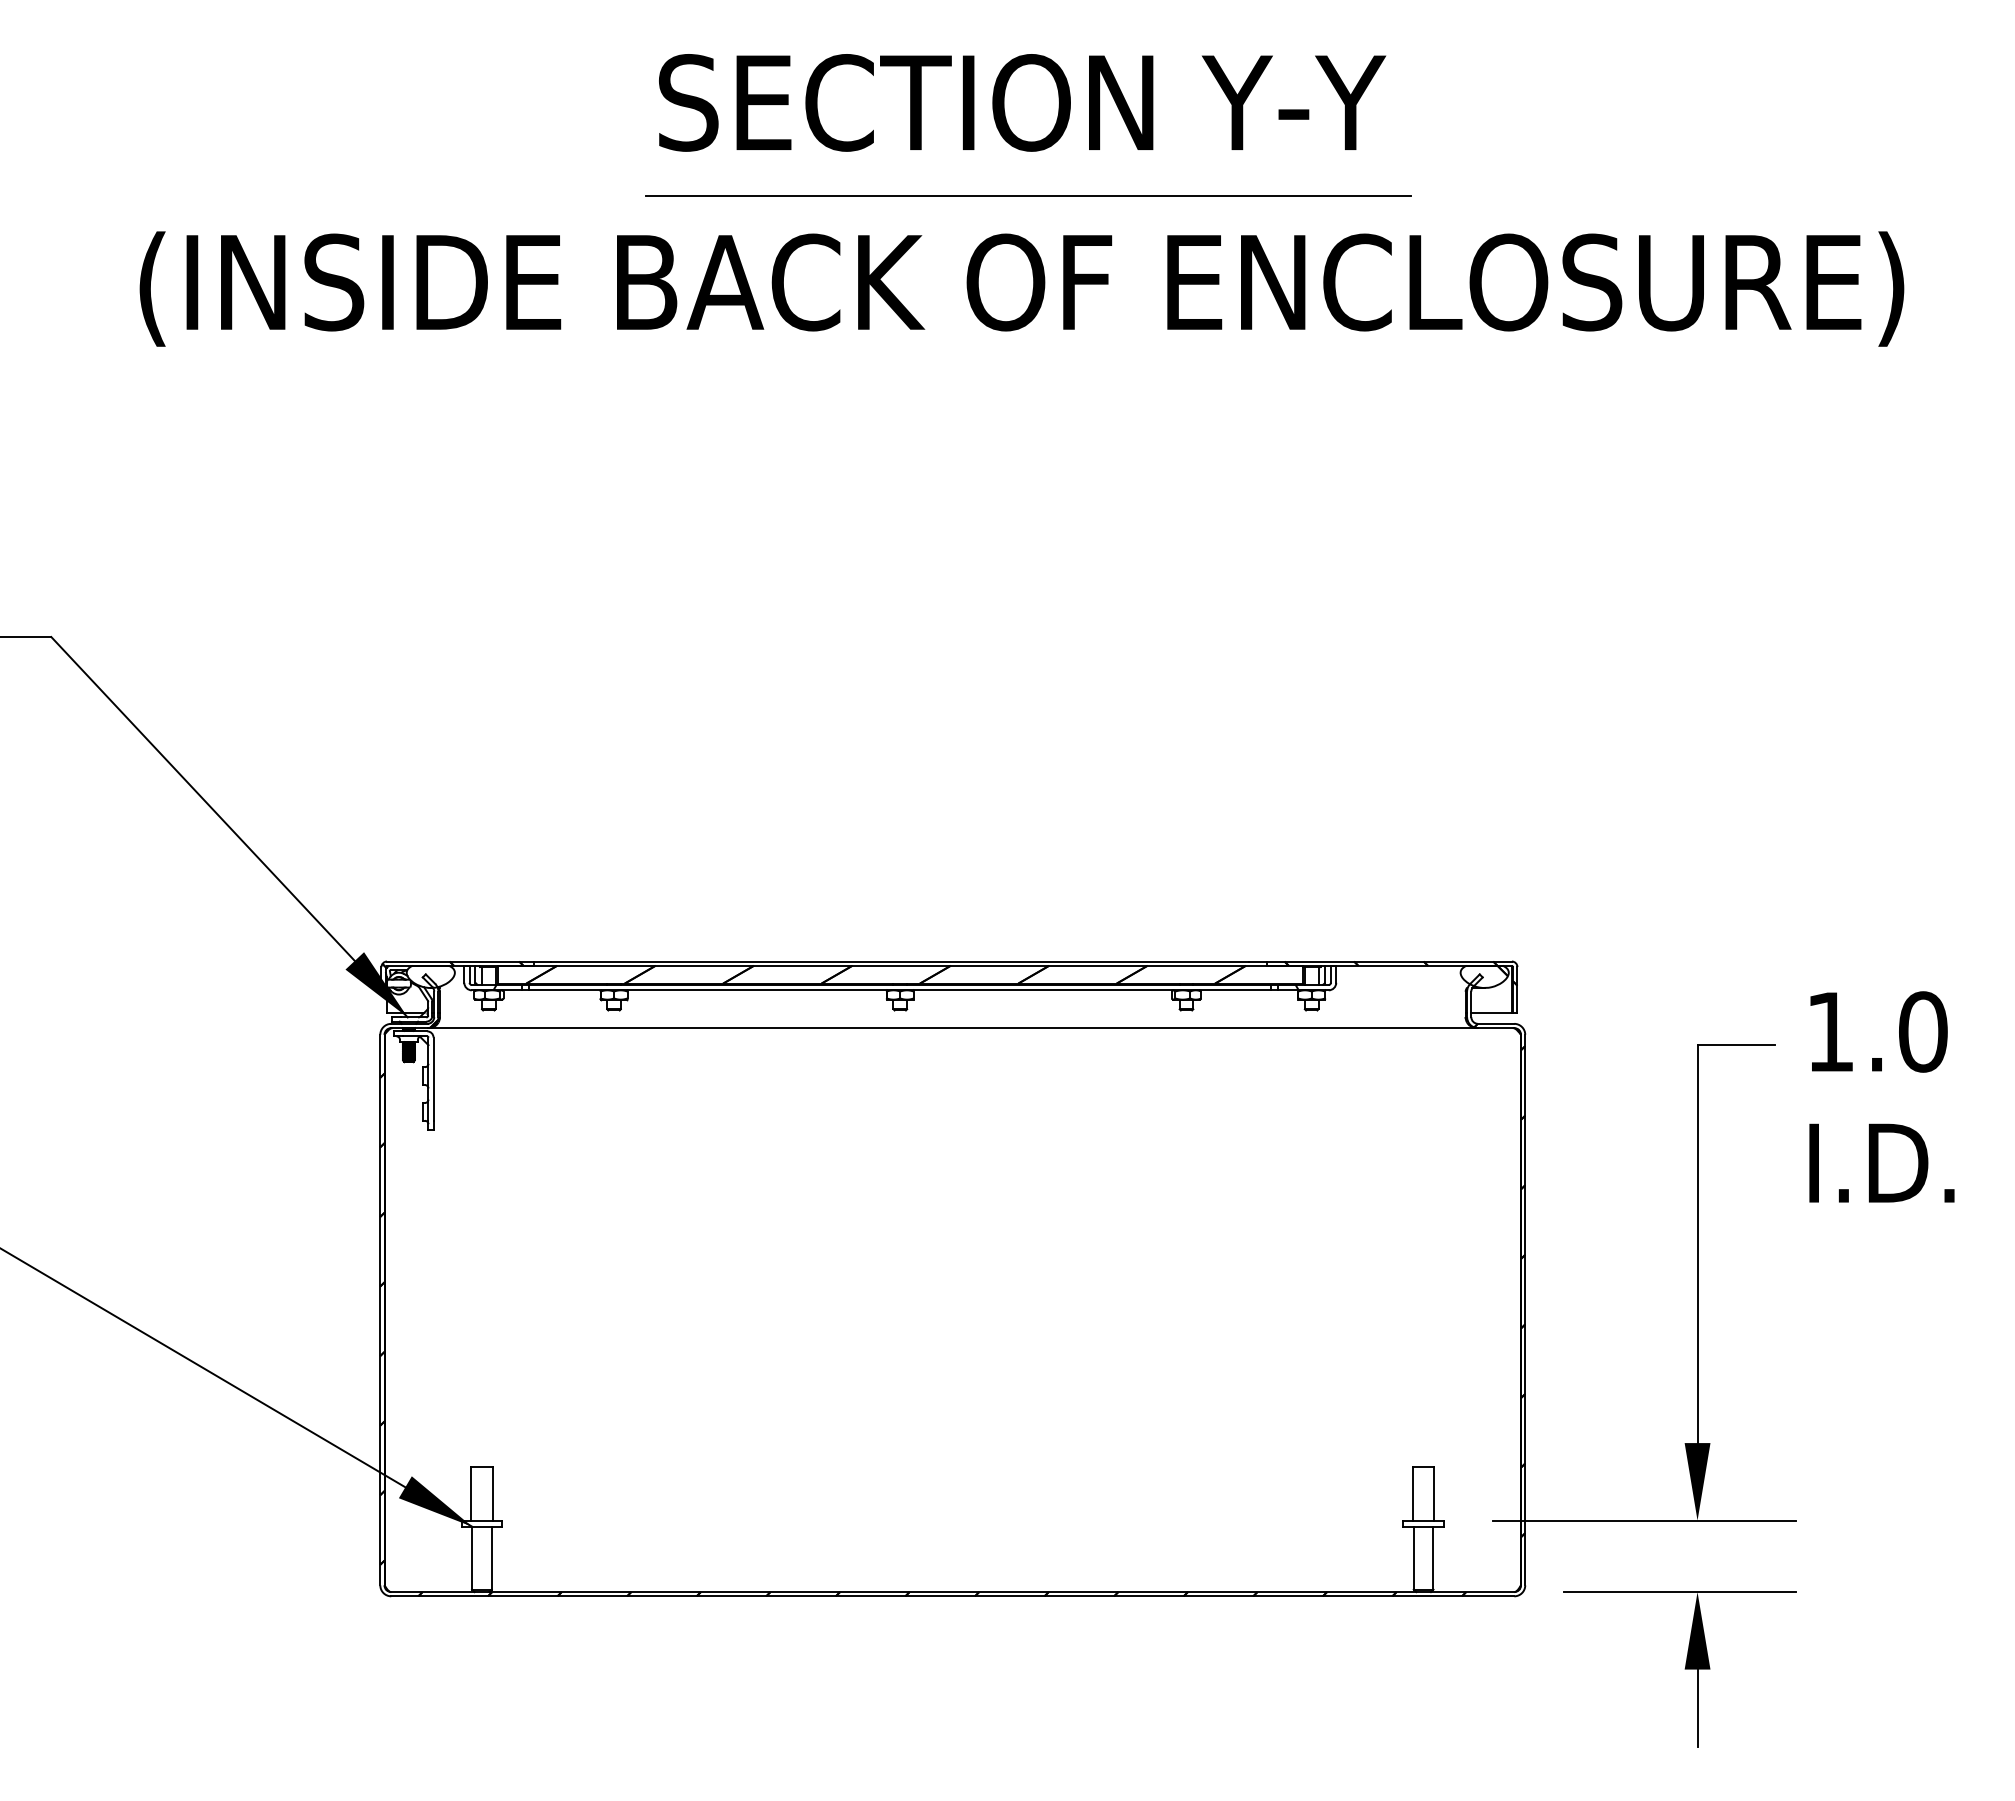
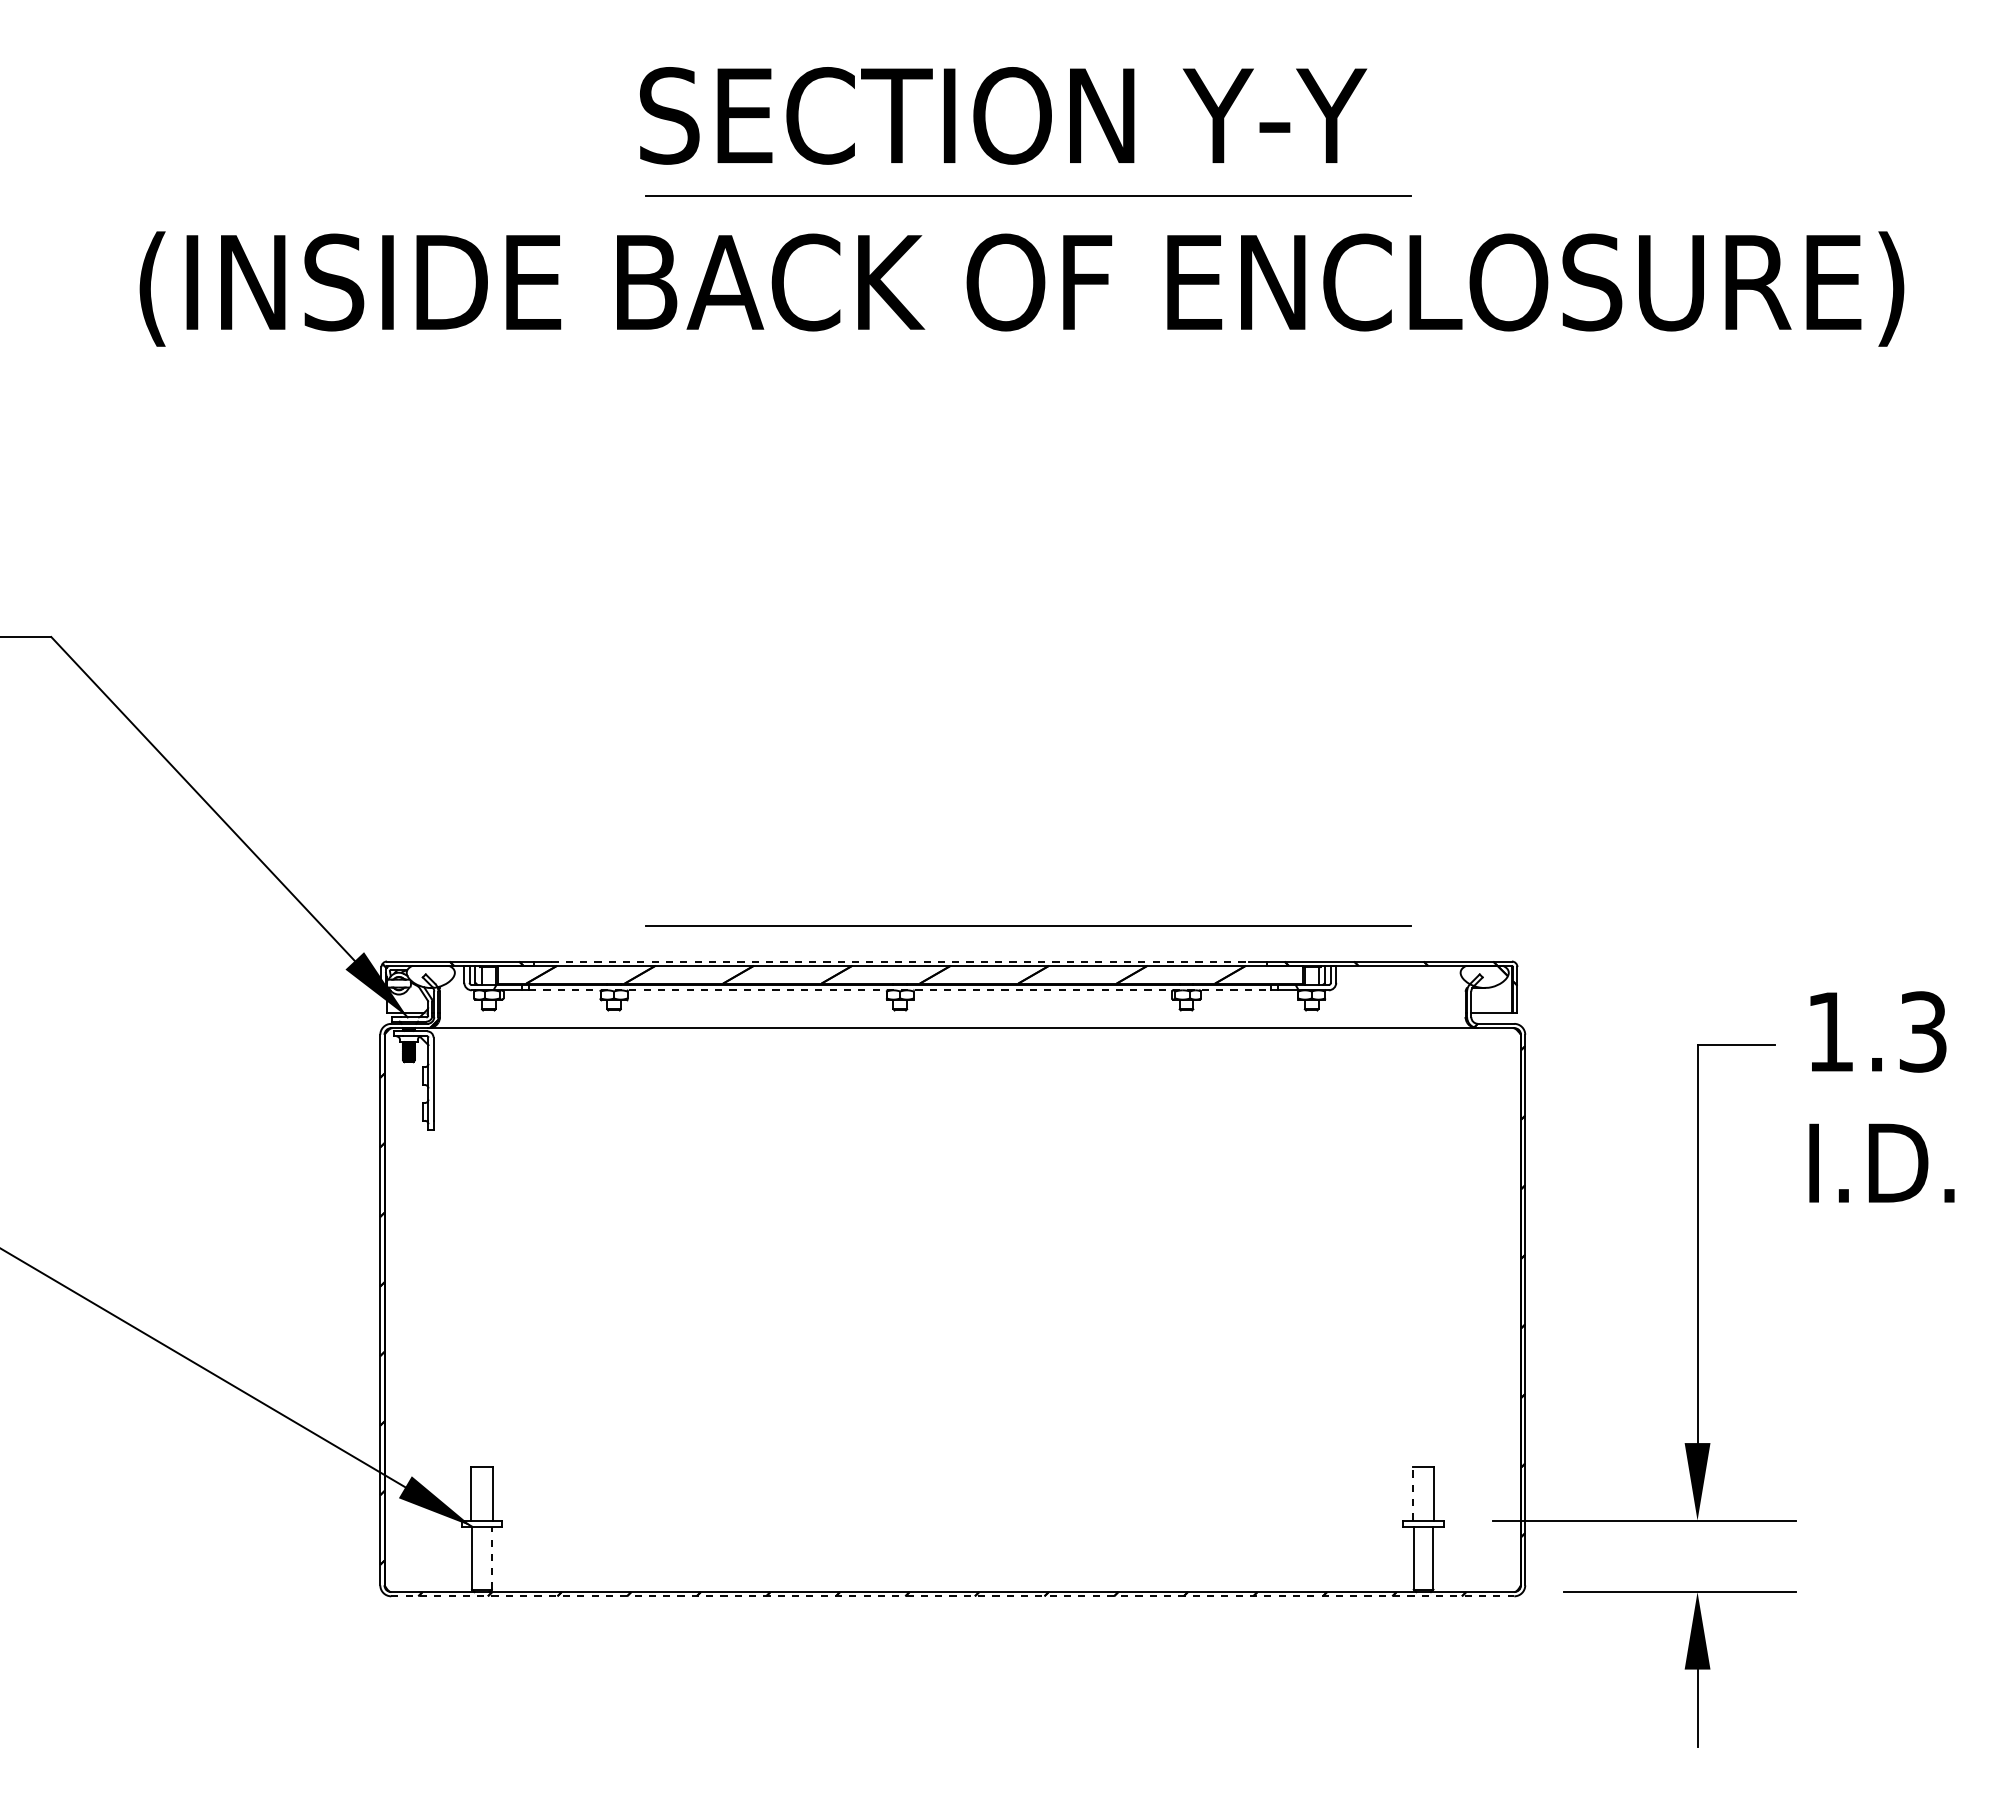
text at (1022, 102) position: (1022, 102) -> (1003, 115)
line at (1028, 925): none -> present
line at (900, 961): solid -> dashed
line at (900, 990): solid -> dashed
text at (1923, 1031): 1.0 -> 1.3
line at (1412, 1493): solid -> dashed
line at (491, 1557): solid -> dashed
line at (952, 1596): solid -> dashed
